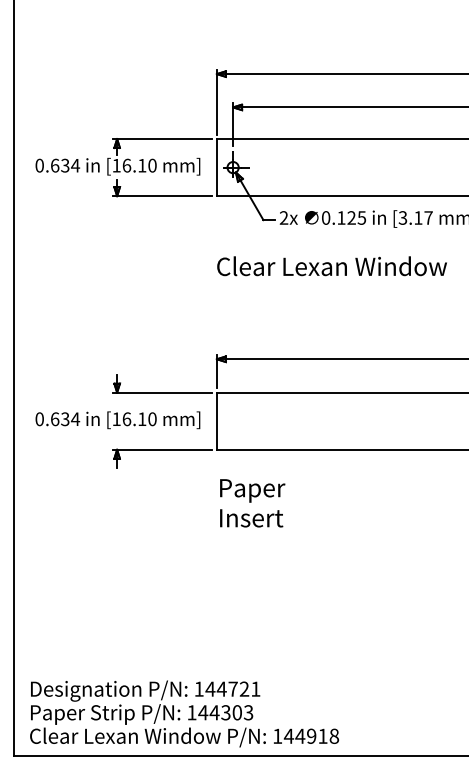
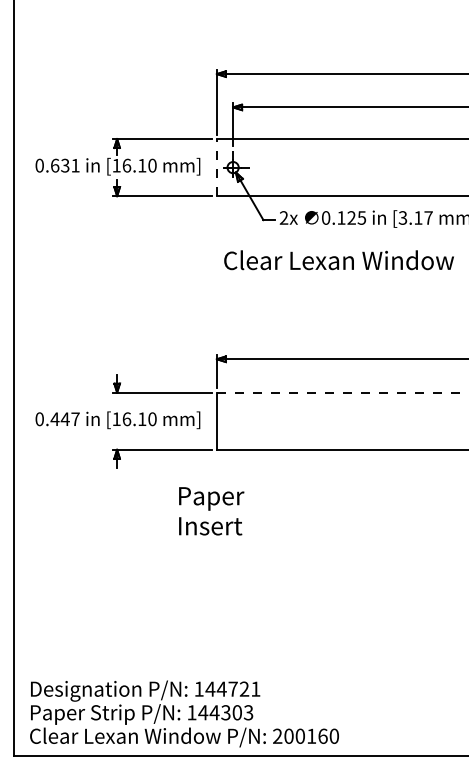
text at (75, 165): 0.634 -> 0.631
line at (216, 167): solid -> dashed
text at (331, 266) position: (331, 266) -> (338, 260)
line at (342, 392): solid -> dashed
text at (65, 419): 0.634 -> 0.447
text at (252, 503) position: (252, 503) -> (211, 511)
text at (306, 735): 144918 -> 200160
